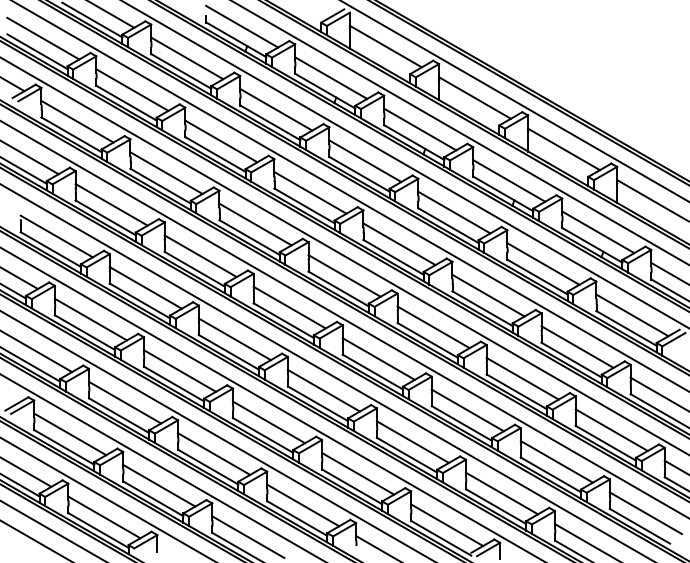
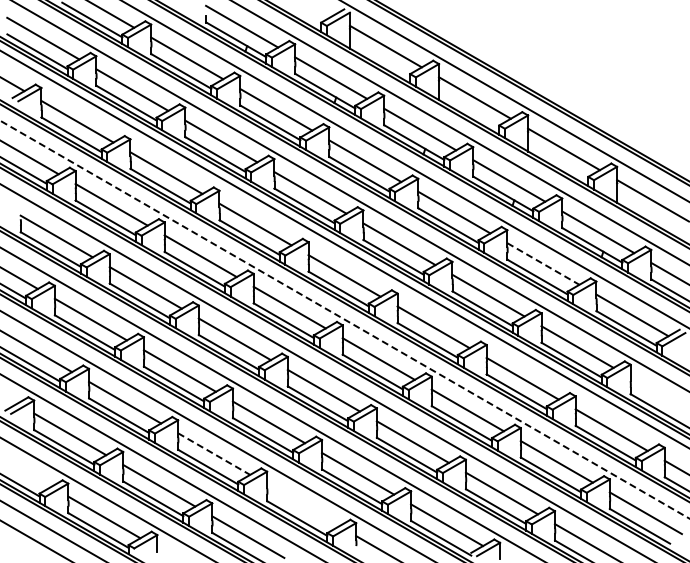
line at (344, 255) position: (344, 255) -> (344, 248)
line at (543, 263): solid -> dashed
line at (344, 319): solid -> dashed
line at (658, 393): present -> none
line at (214, 454): solid -> dashed
line at (26, 472): present -> none
line at (303, 505): present -> none
